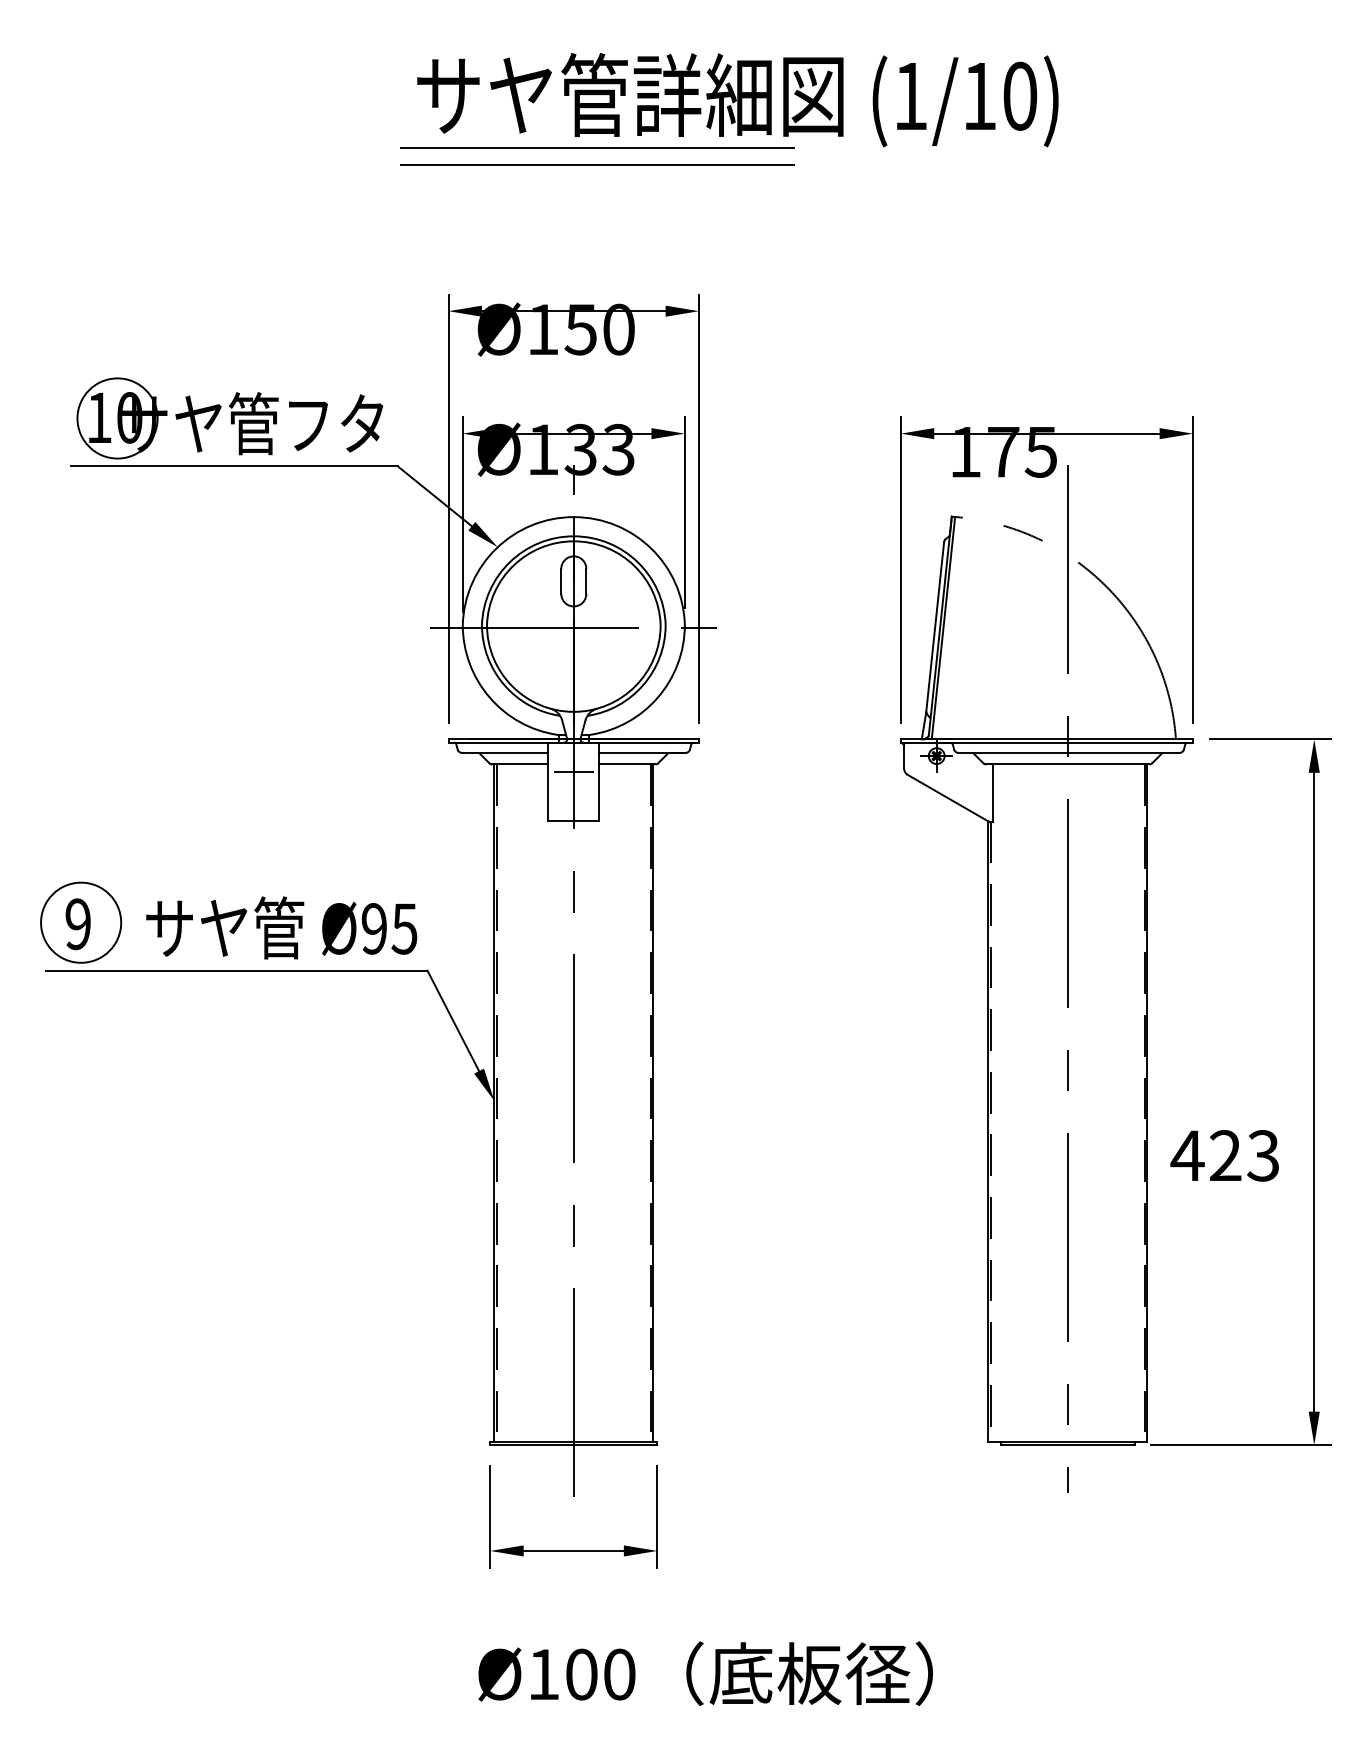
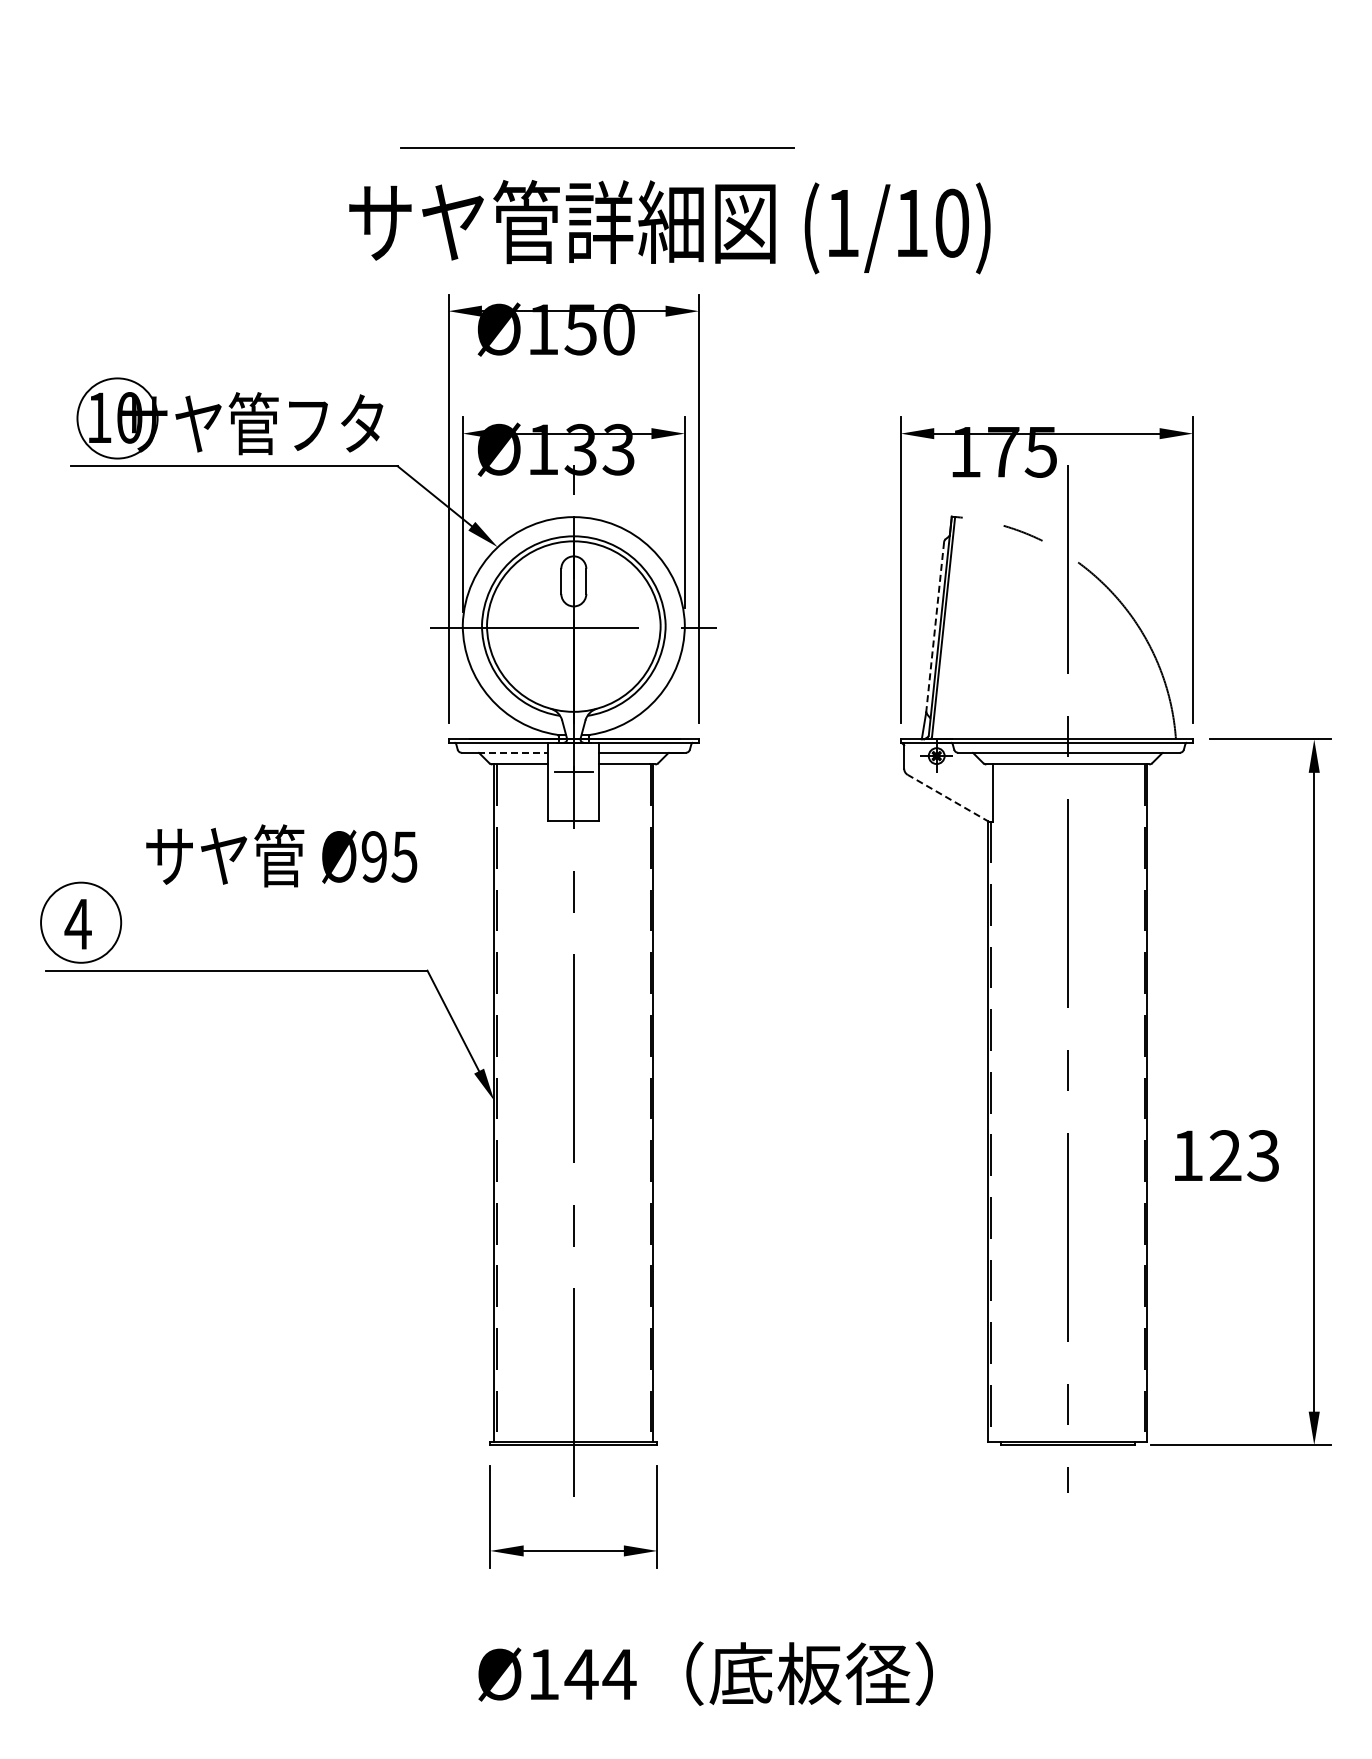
text at (737, 100) position: (737, 100) -> (669, 227)
line at (597, 165): present -> none
line at (935, 627): solid -> dashed
line at (513, 752): solid -> dashed
line at (948, 798): solid -> dashed
text at (77, 924): 9 -> 4
text at (281, 927) position: (281, 927) -> (281, 855)
text at (1187, 1155): 423 -> 123
text at (600, 1674): Ø100 -> Ø144
